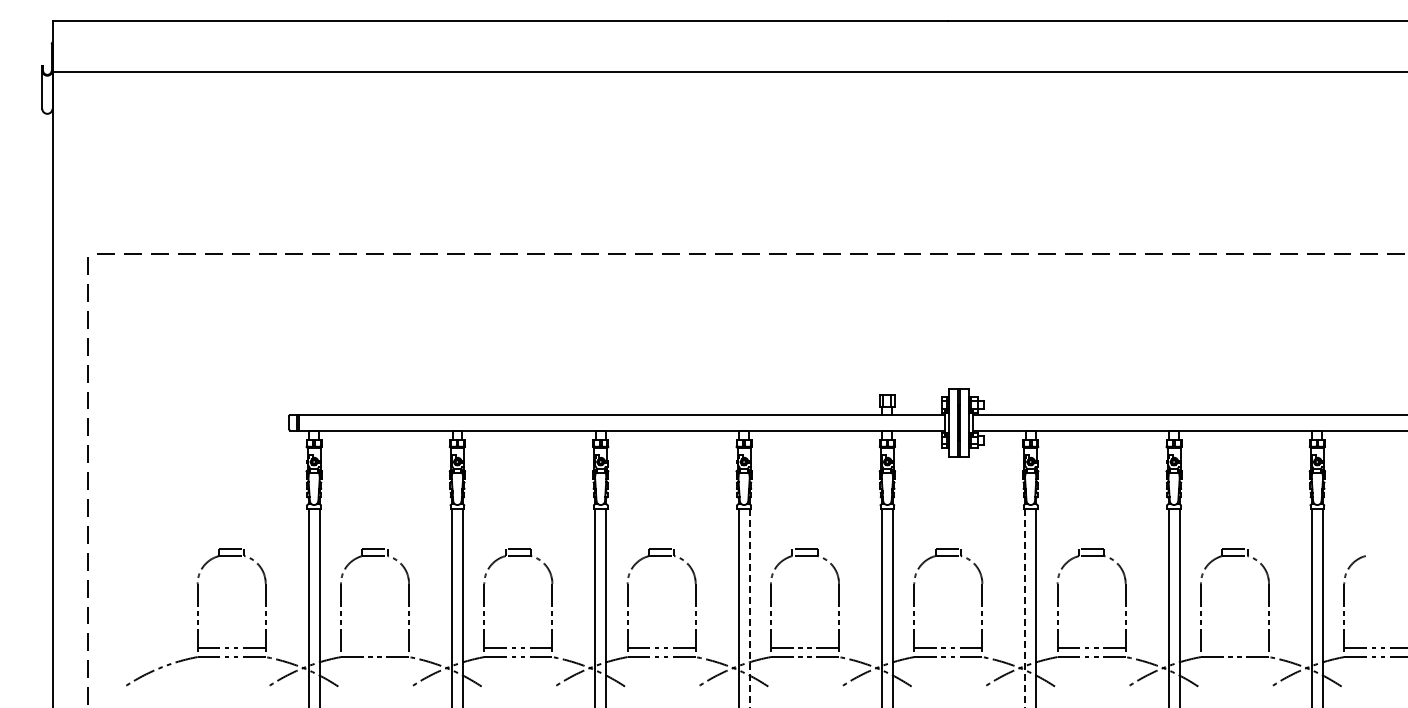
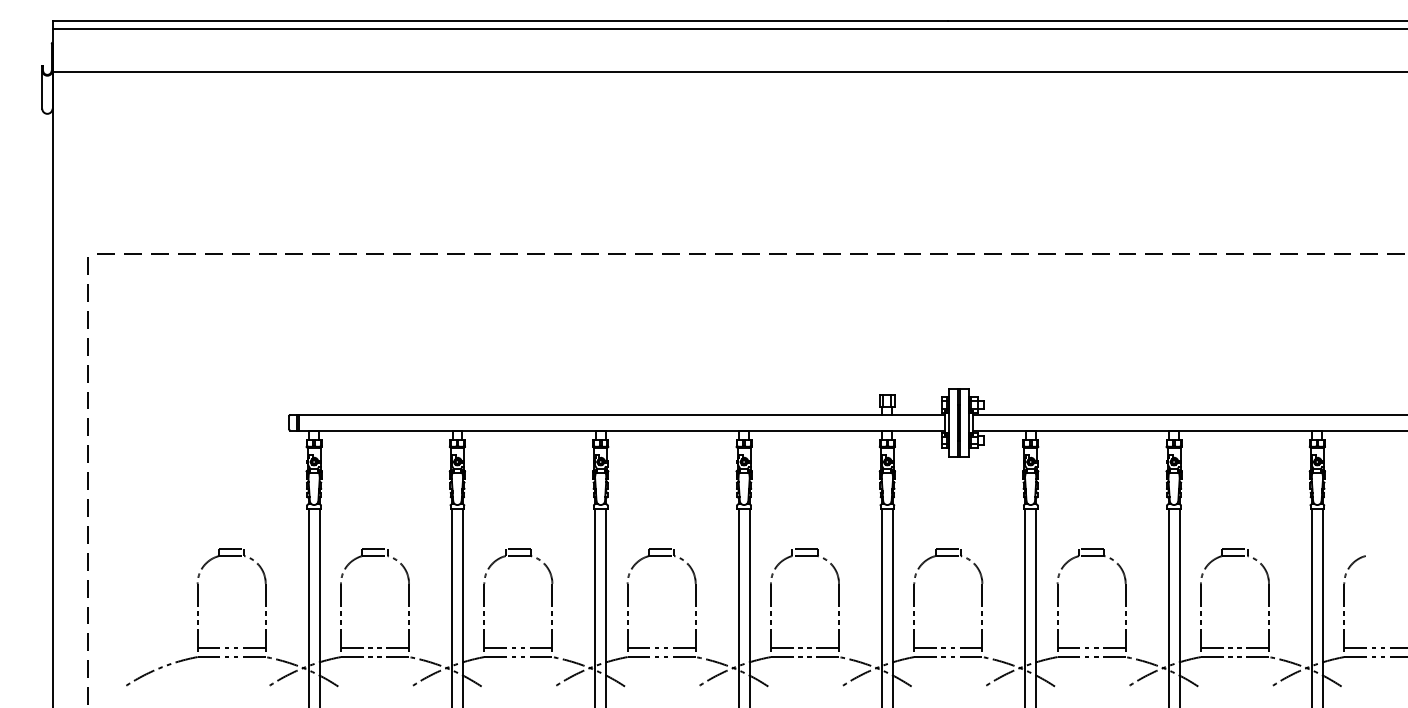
line at (728, 28): none -> present
line at (749, 608): dashed -> solid
line at (1025, 608): dashed -> solid
line at (374, 648): none -> present
line at (1234, 648): none -> present
